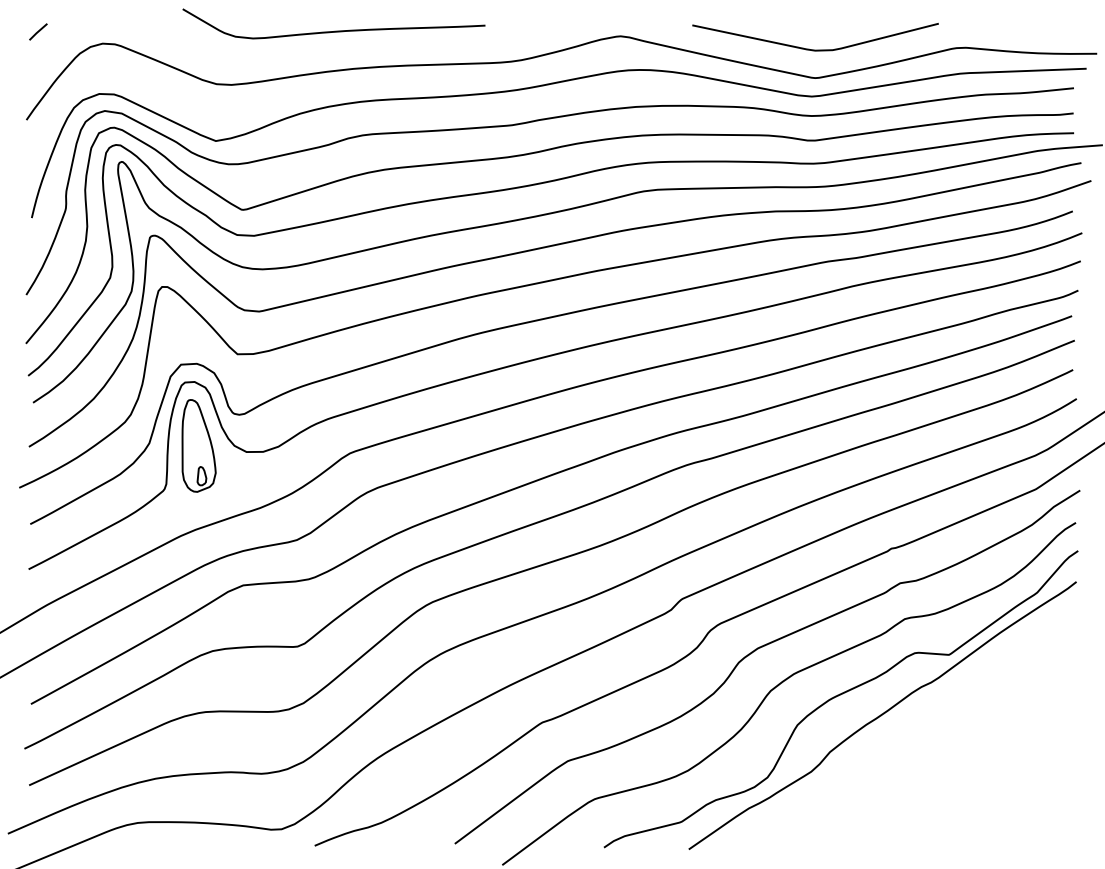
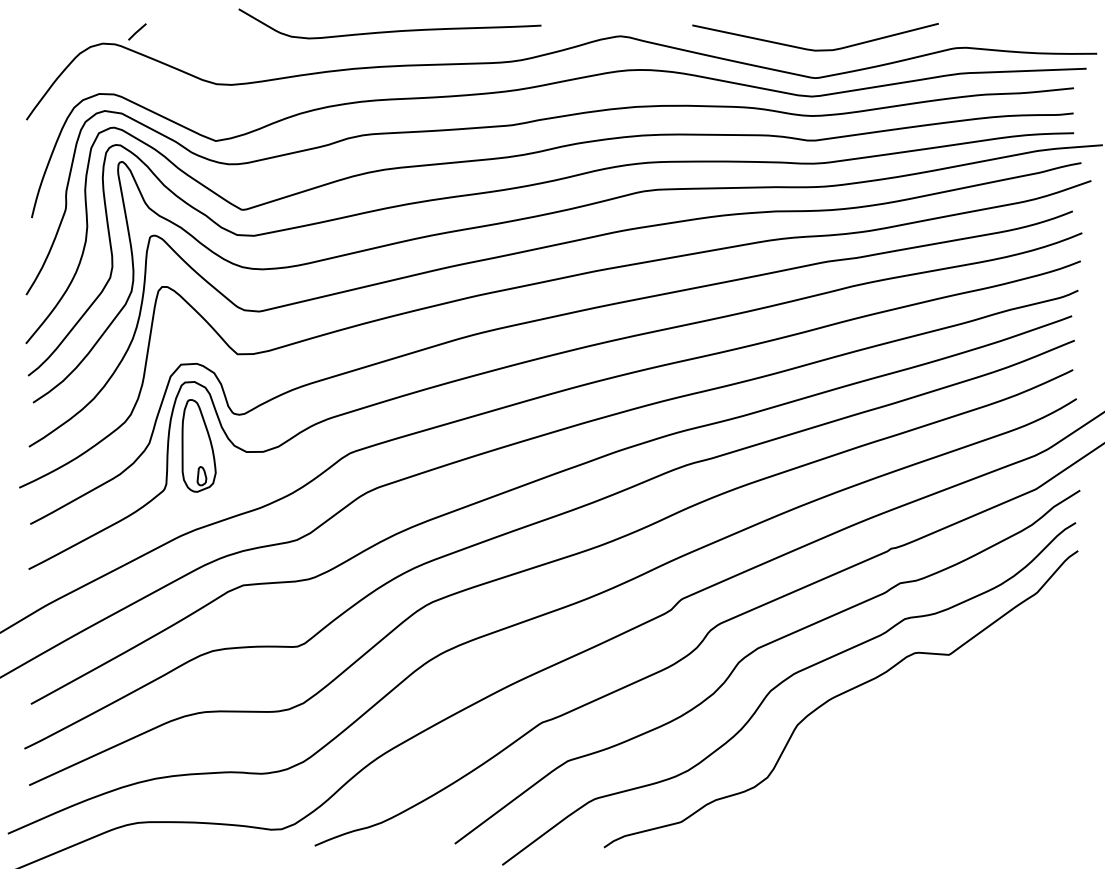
curve at (334, 30) position: (334, 30) -> (390, 30)
line at (38, 31) position: (38, 31) -> (137, 31)
curve at (882, 715): present -> none
